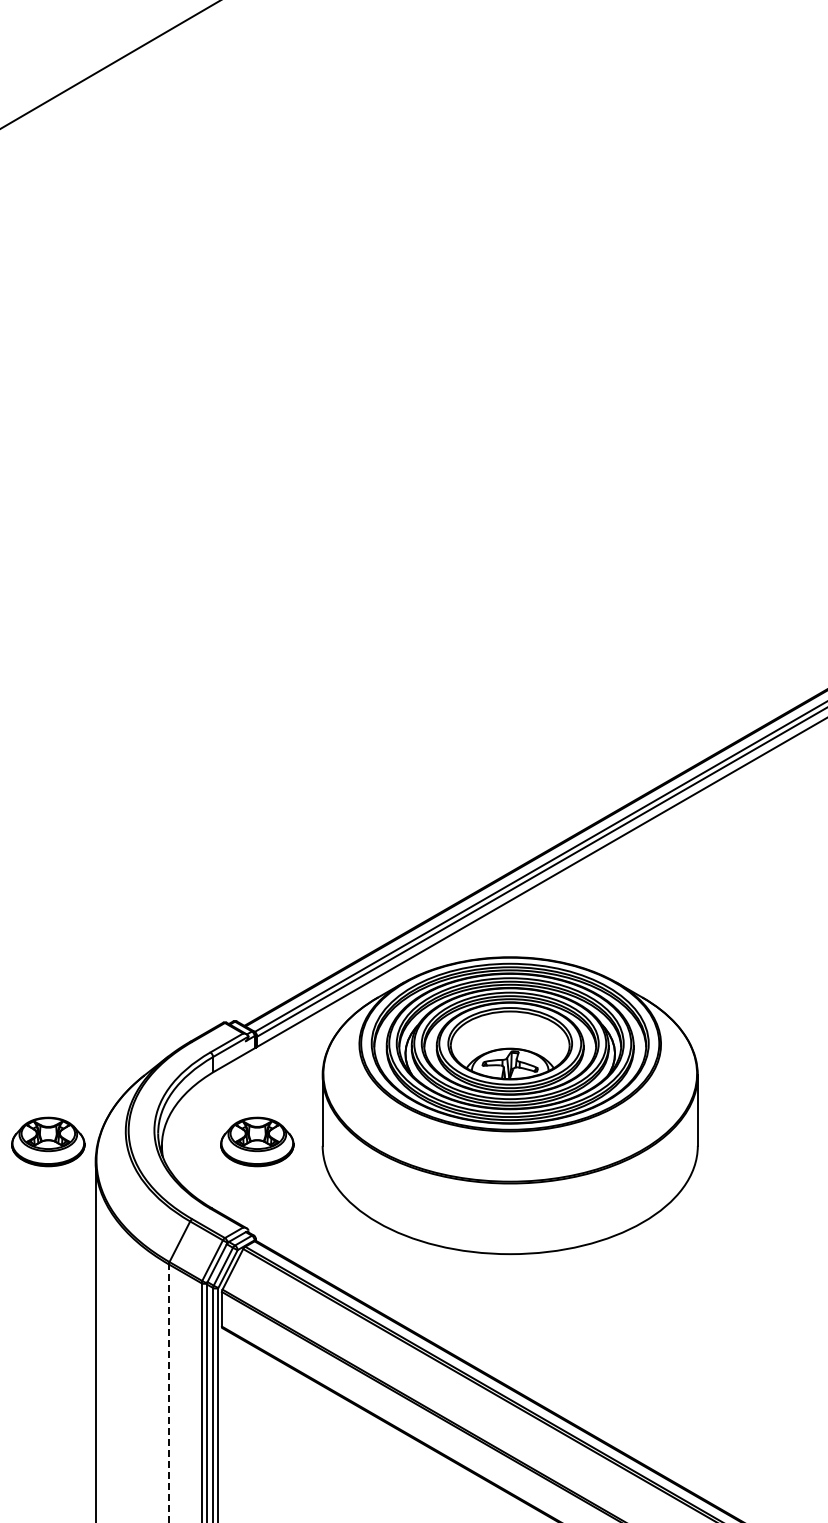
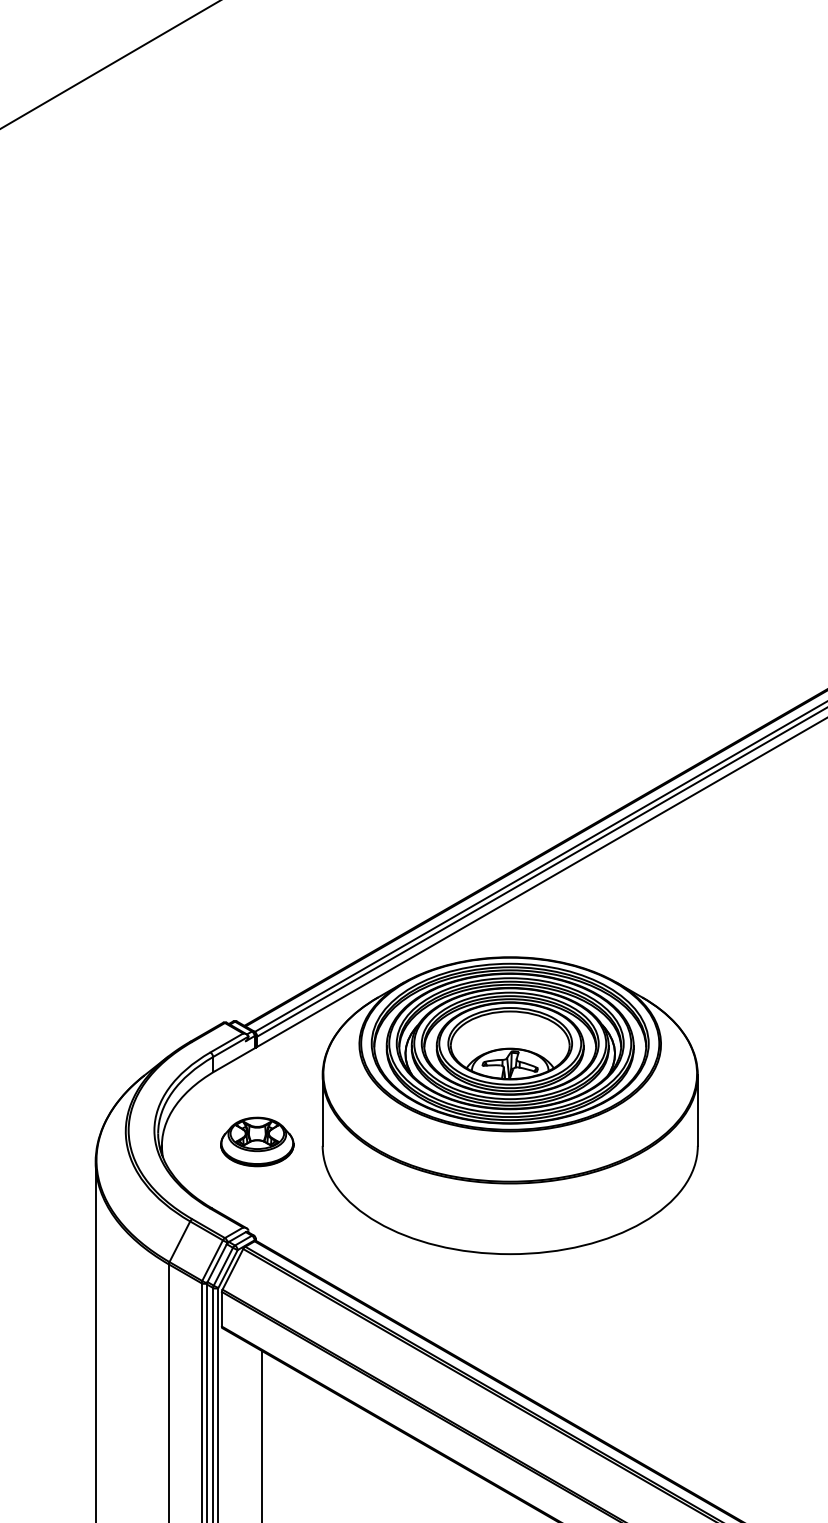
part at (48, 1141): present -> none
line at (168, 1393): dashed -> solid
line at (261, 1434): none -> present
